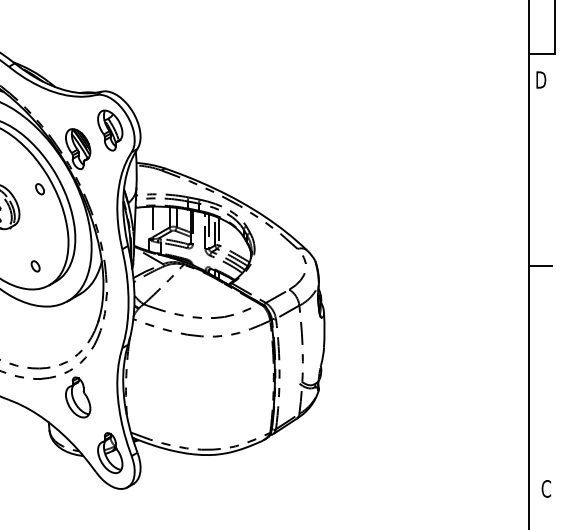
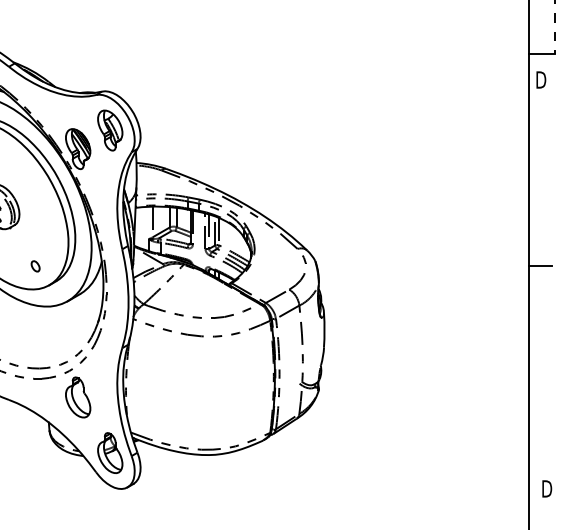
line at (554, 27): solid -> dashed
part at (39, 189): present -> none
text at (546, 488): C -> D
